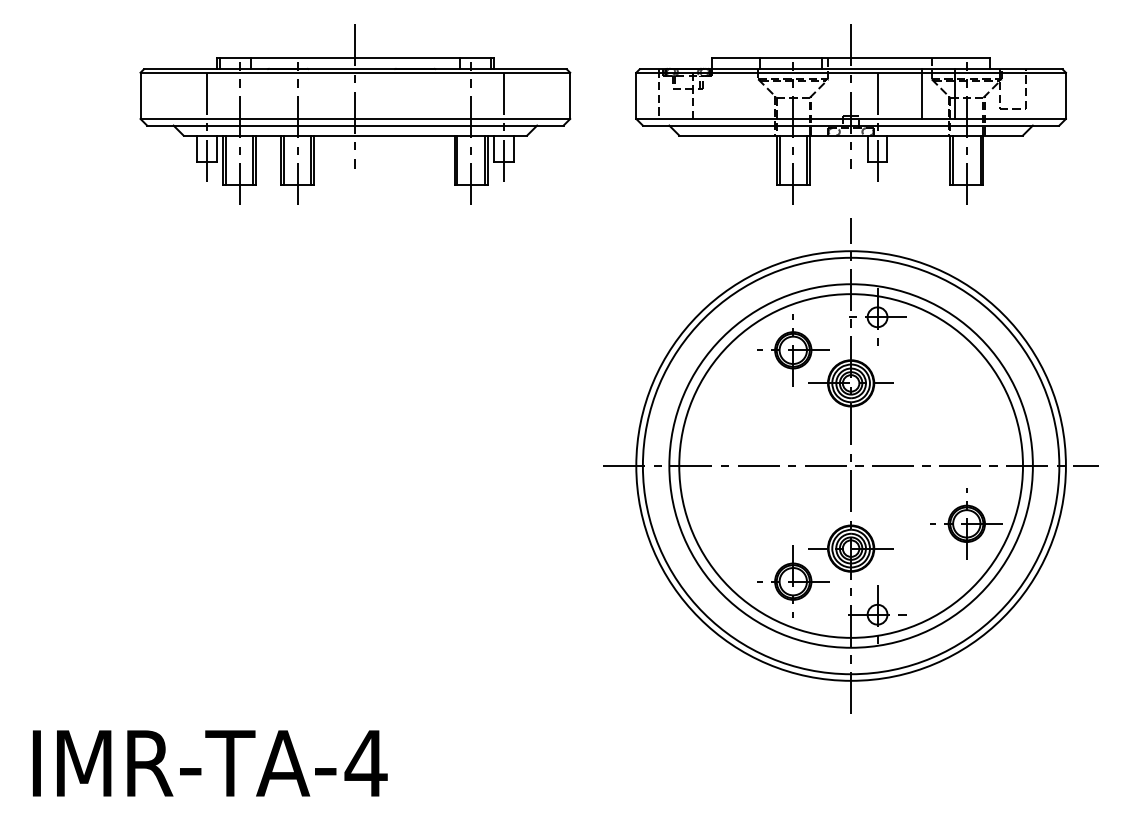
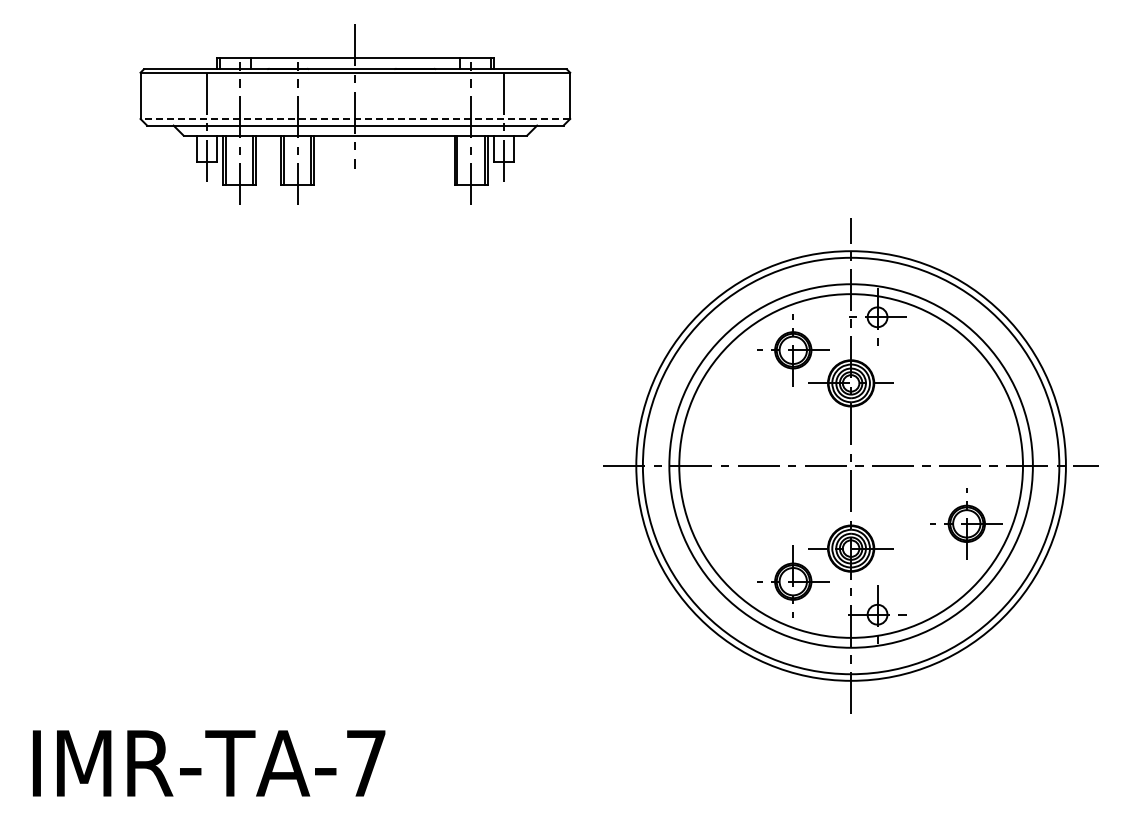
part at (850, 114): present -> none
line at (355, 118): solid -> dashed
text at (365, 763): IMR-TA-4 -> IMR-TA-7
